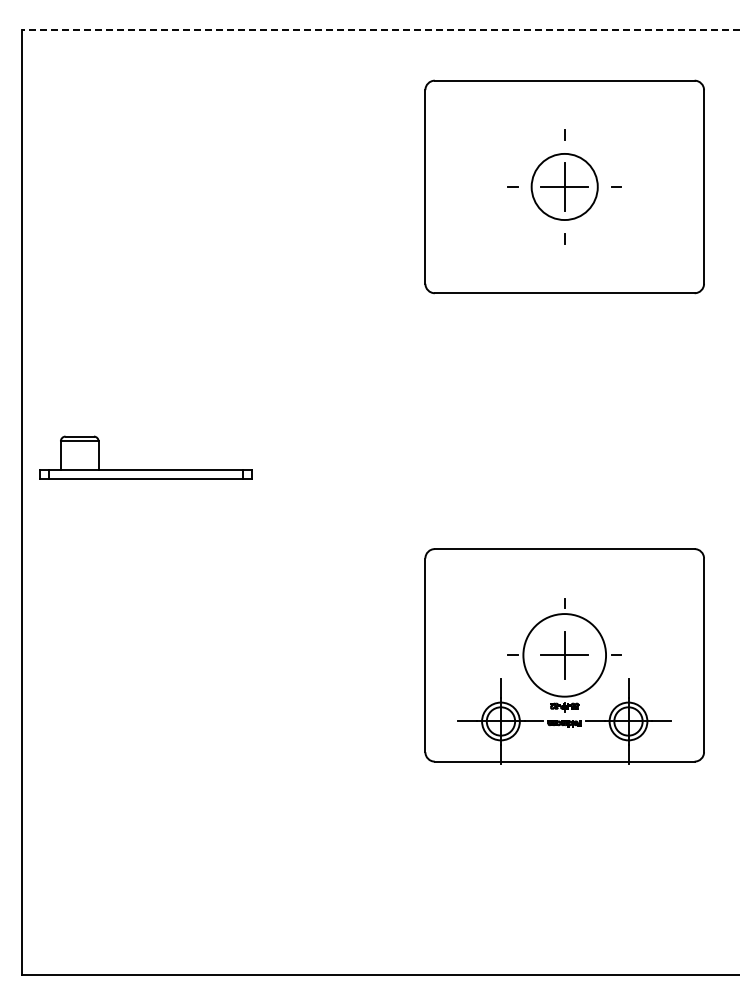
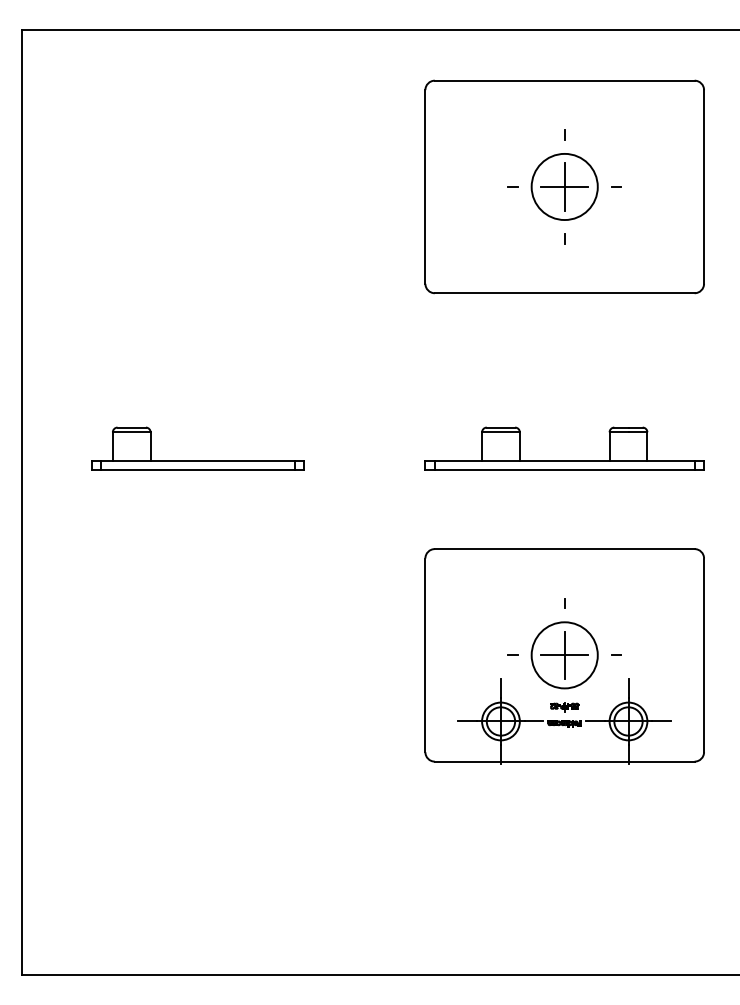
line at (380, 30): dashed -> solid
part at (564, 460): none -> present
part at (145, 469) position: (145, 469) -> (197, 460)
circle at (564, 655) diameter: 83 px -> 66 px
